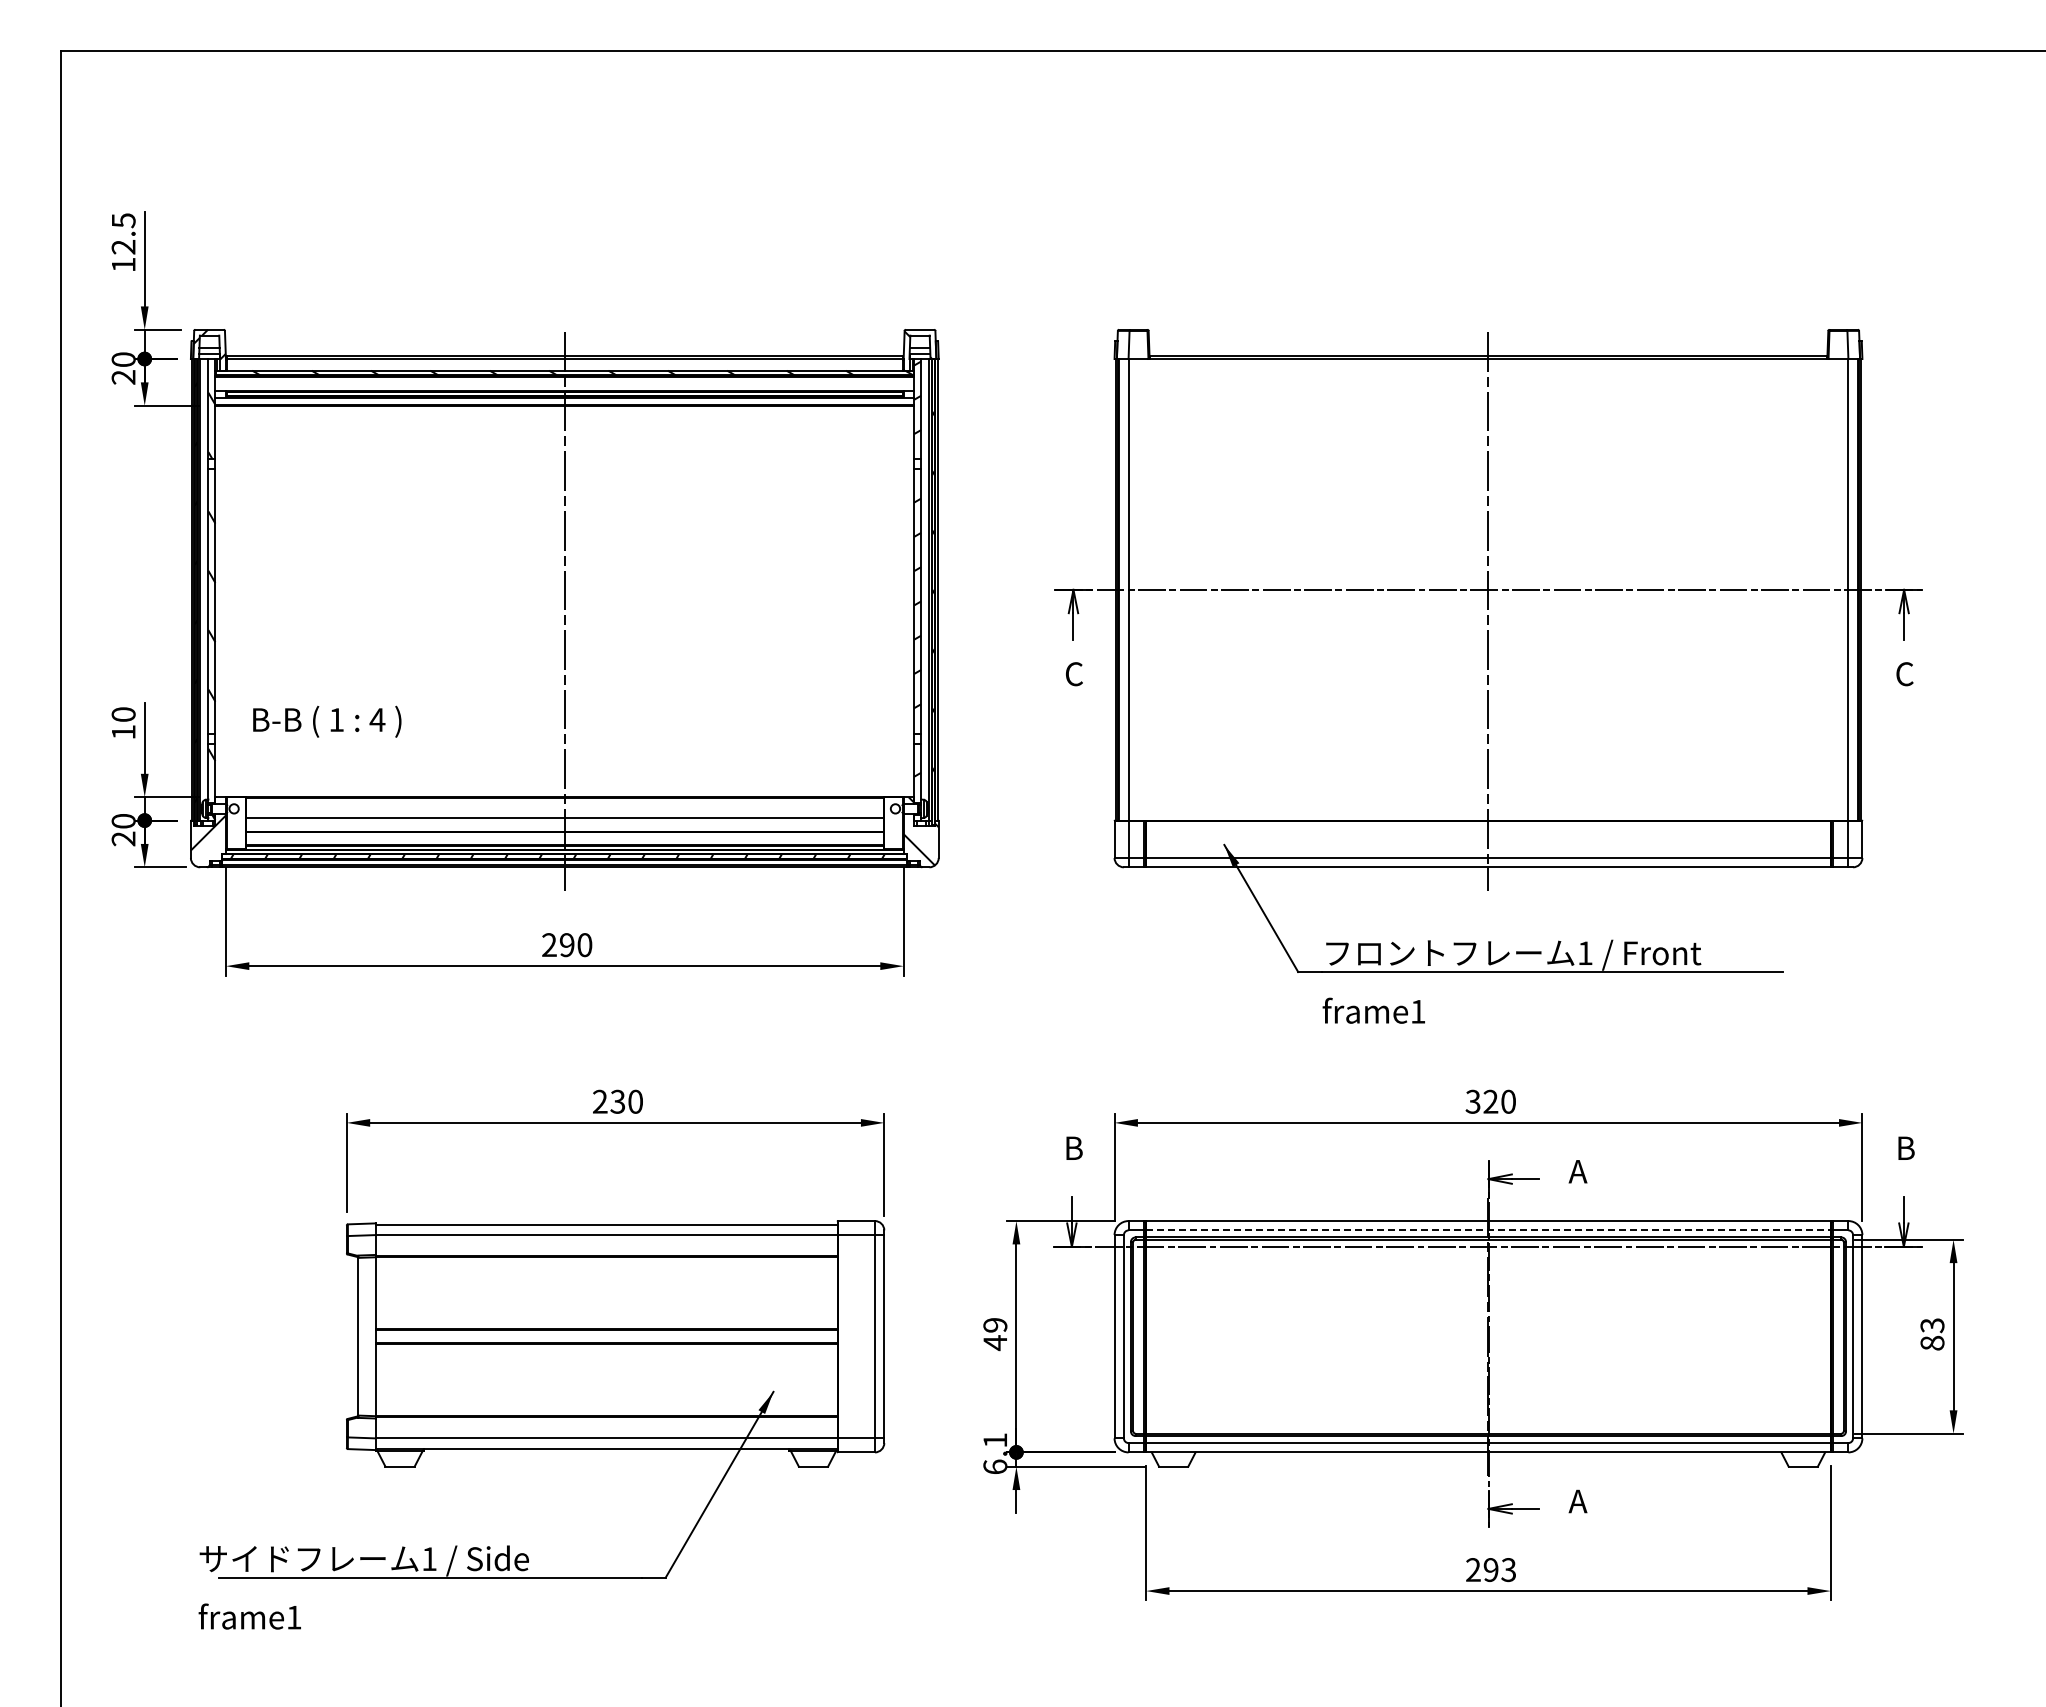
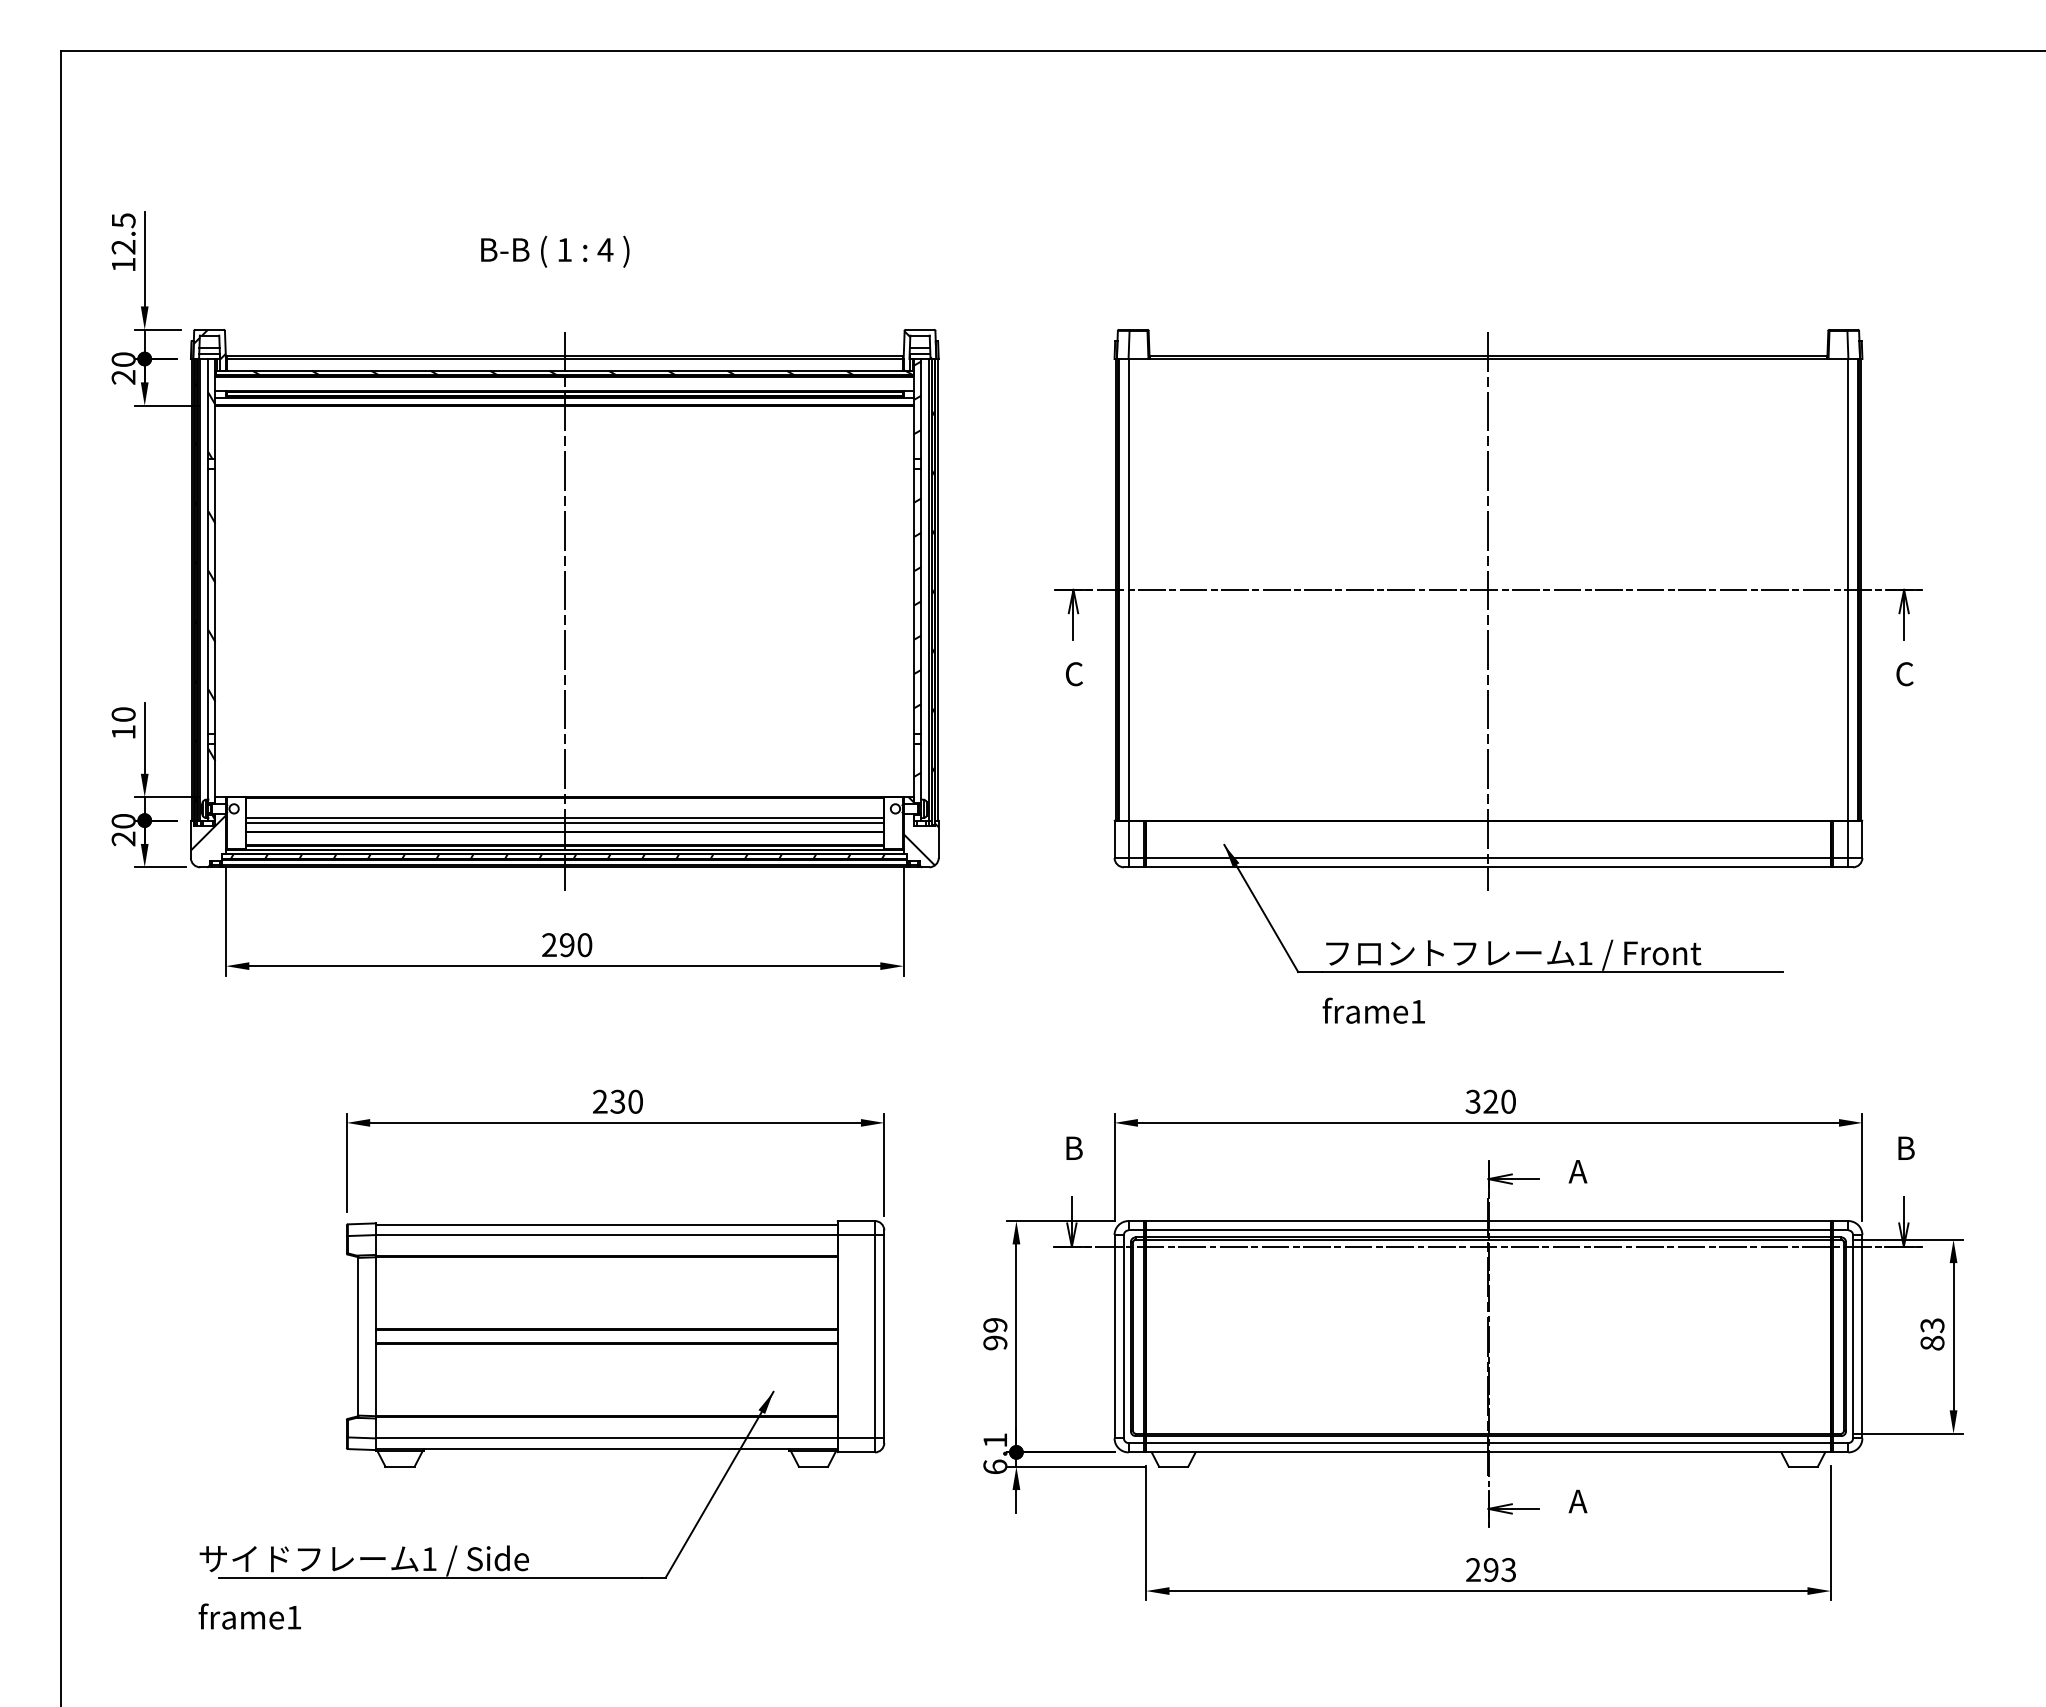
text at (327, 721) position: (327, 721) -> (555, 251)
line at (564, 822): none -> present
line at (1488, 1230): dashed -> solid
text at (995, 1343): 49 -> 99
